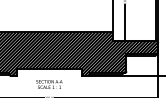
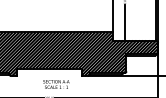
text at (49, 84) position: (49, 84) -> (56, 84)
